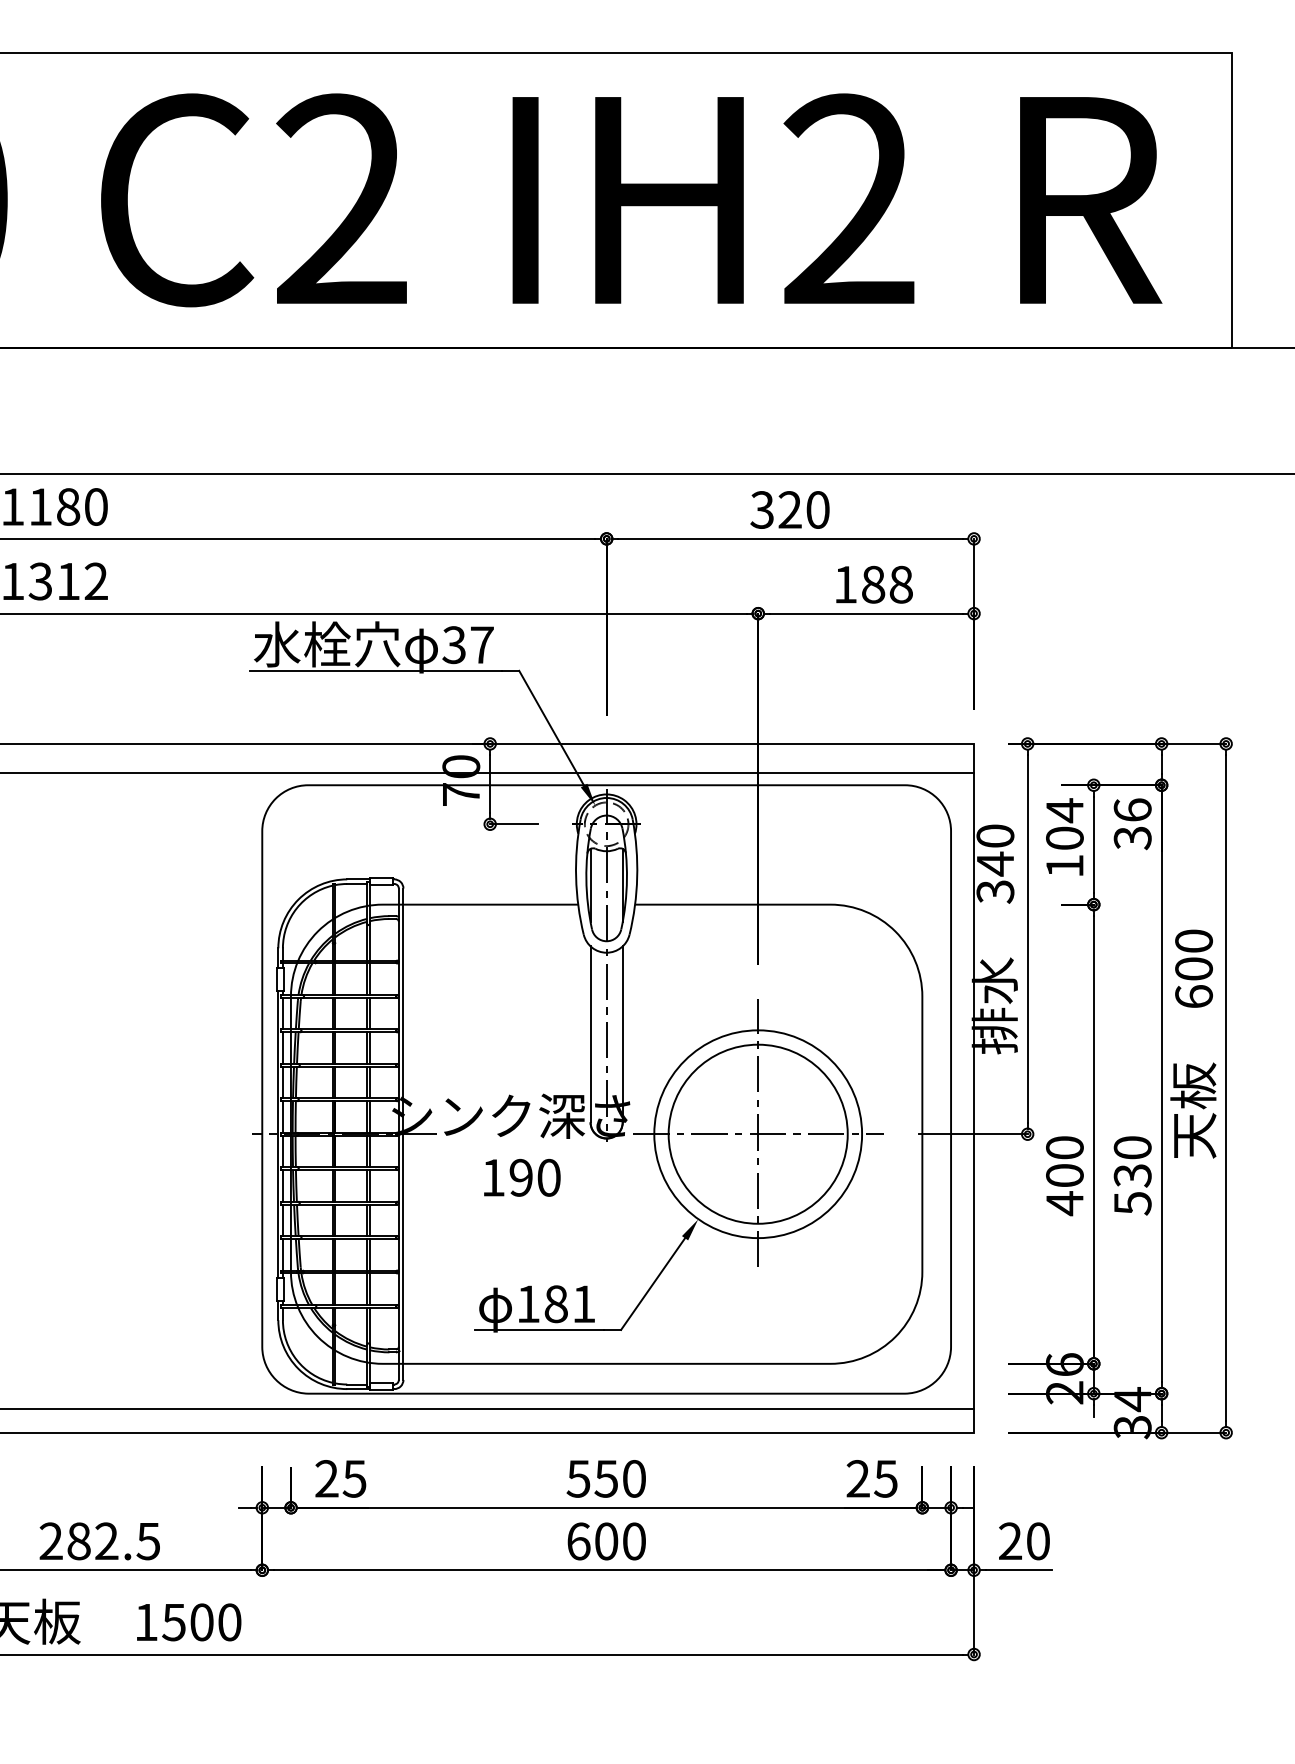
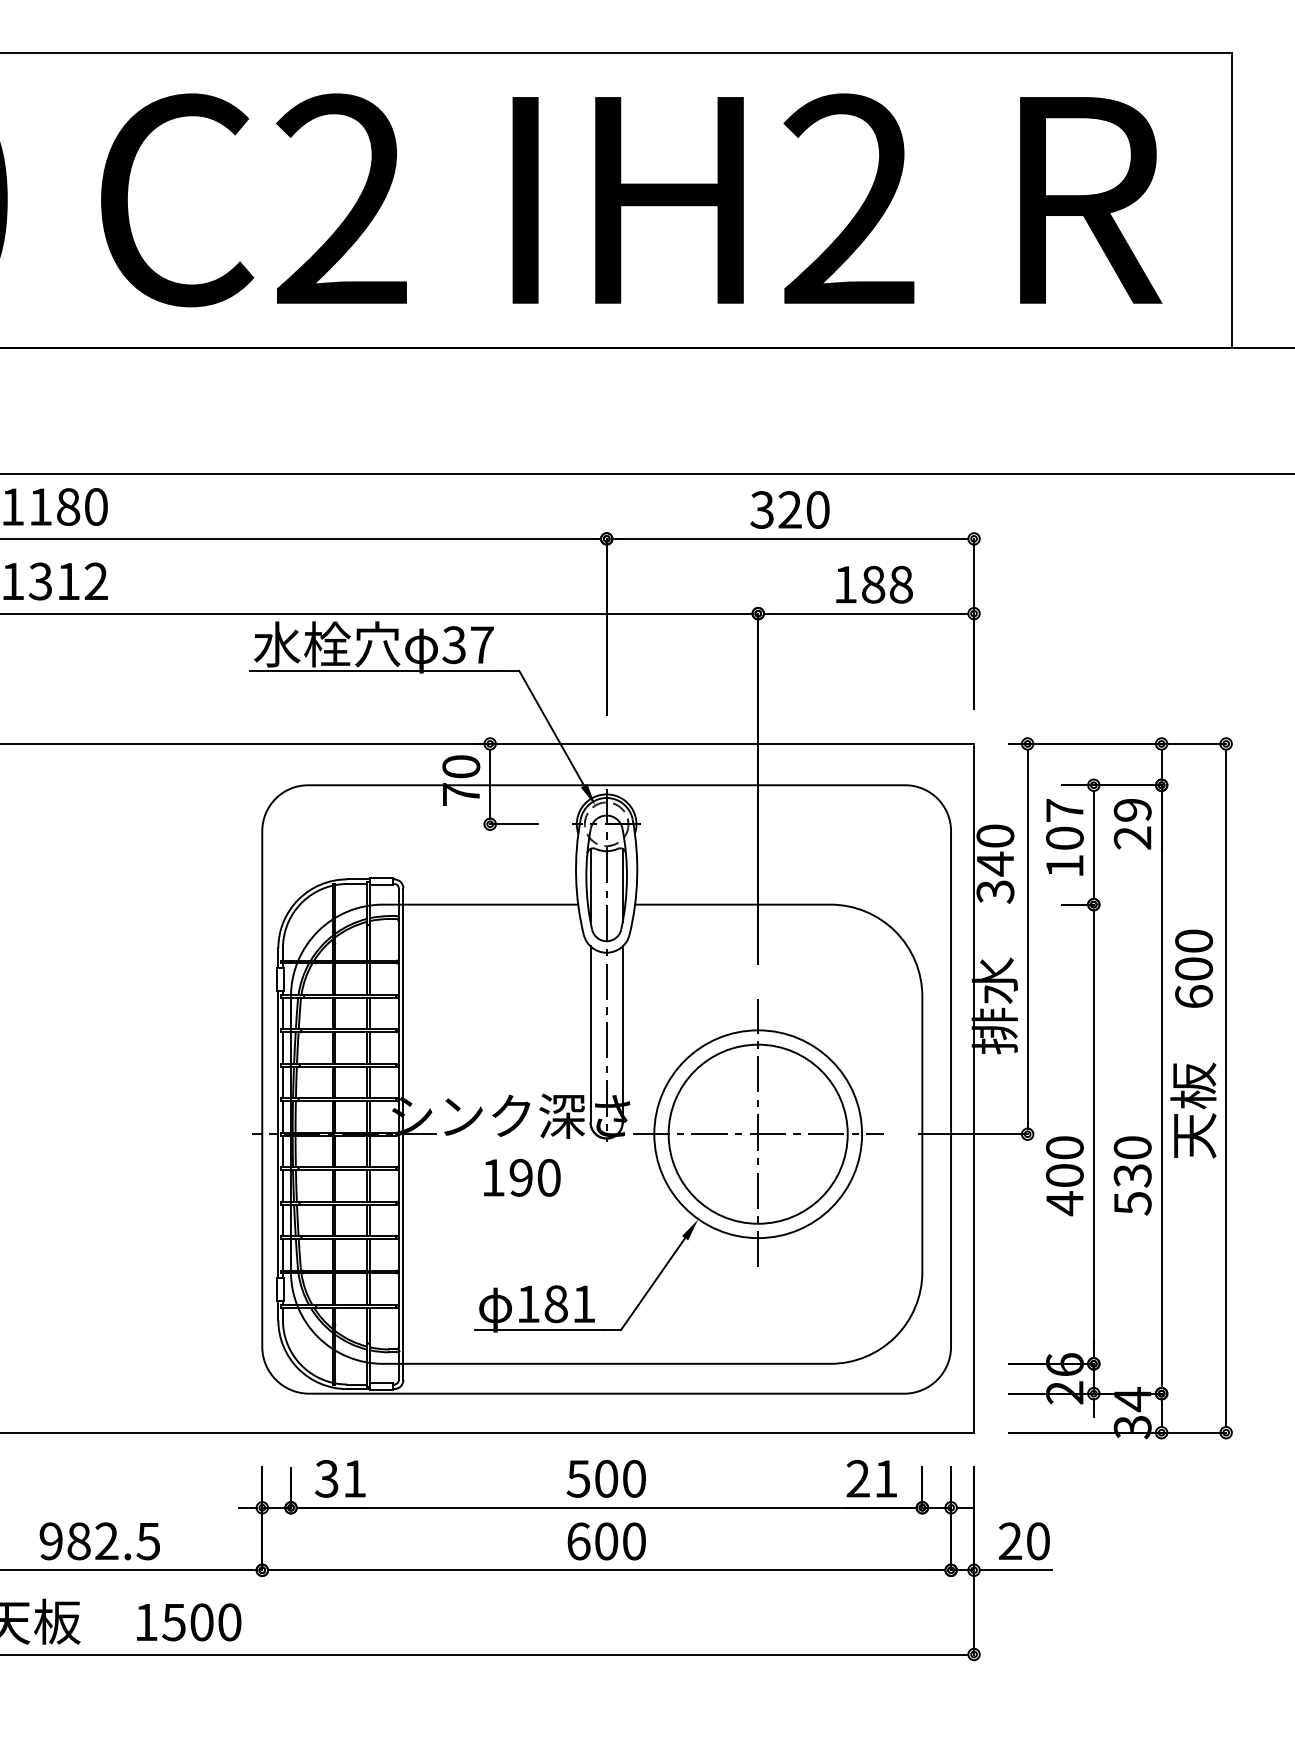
line at (488, 772): present -> none
text at (1064, 810): 104 -> 107
text at (1132, 824): 36 -> 29
line at (488, 1408): present -> none
text at (340, 1478): 25 -> 31
text at (606, 1478): 550 -> 500
text at (885, 1478): 25 -> 21
text at (50, 1541): 282.5 -> 982.5
